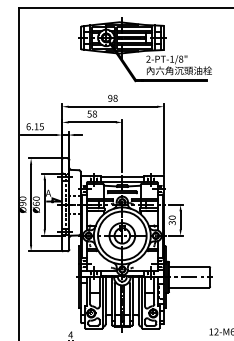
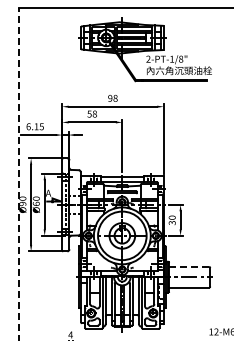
line at (18, 173): solid -> dashed
line at (189, 266): solid -> dashed
